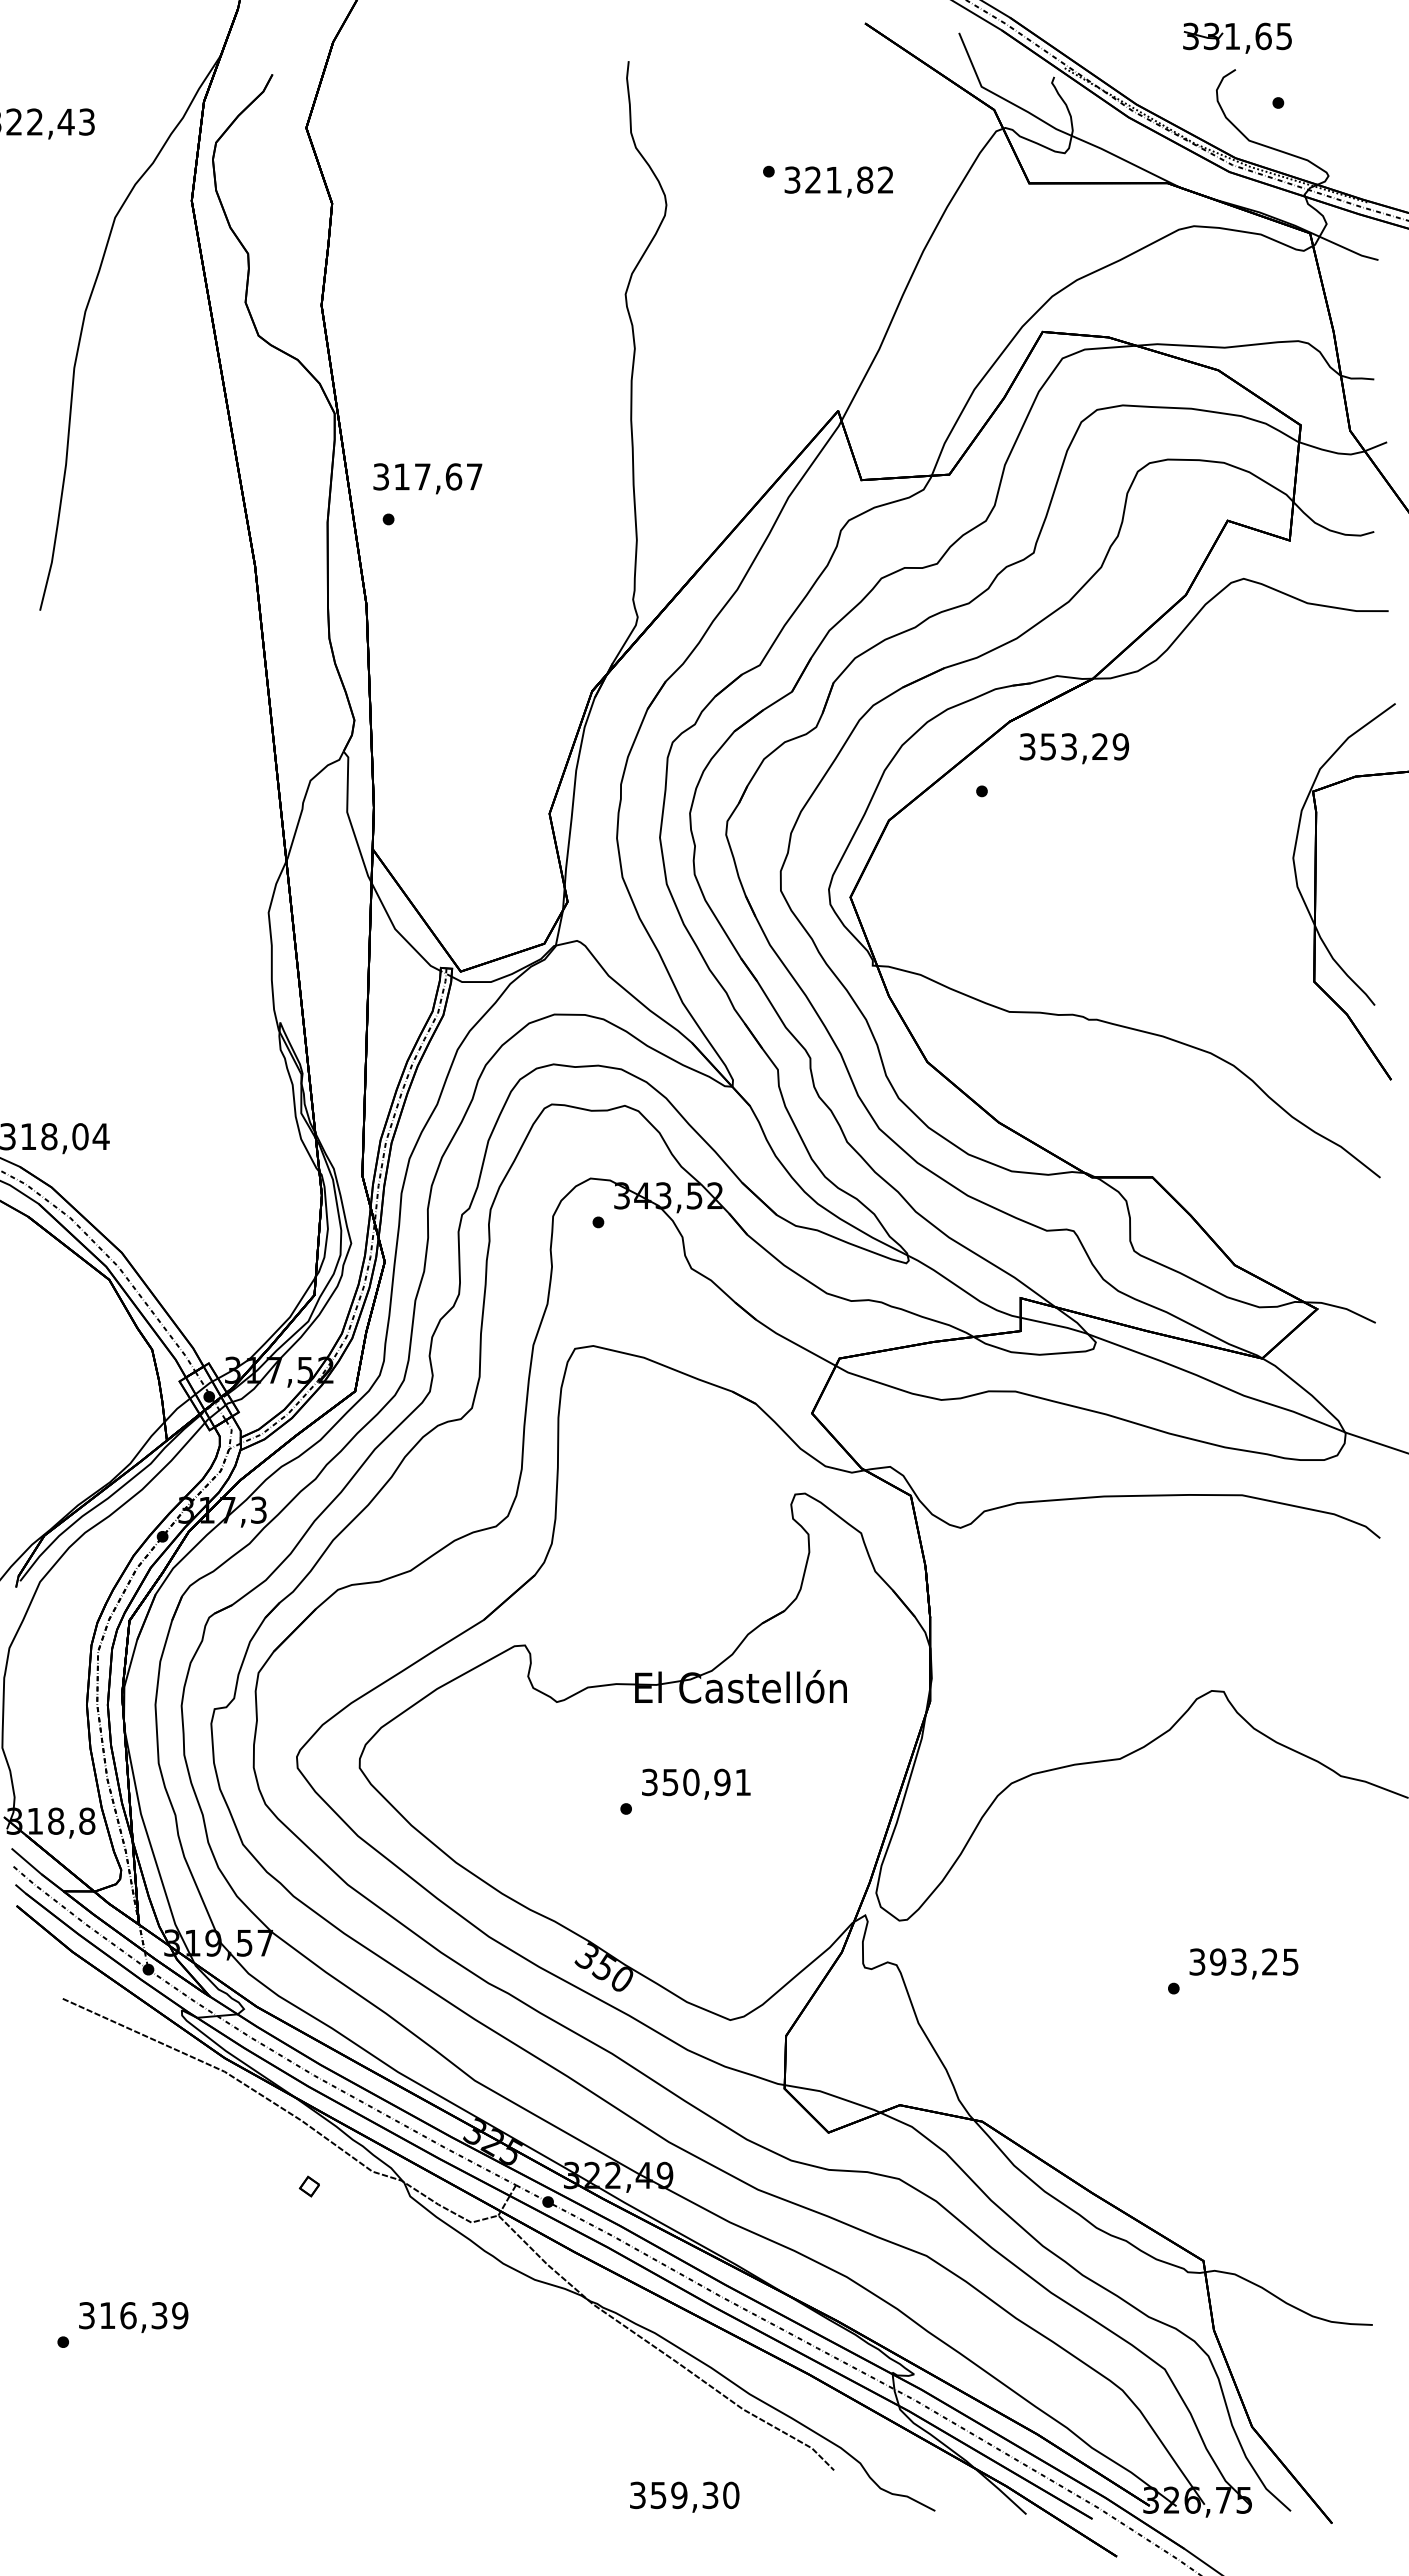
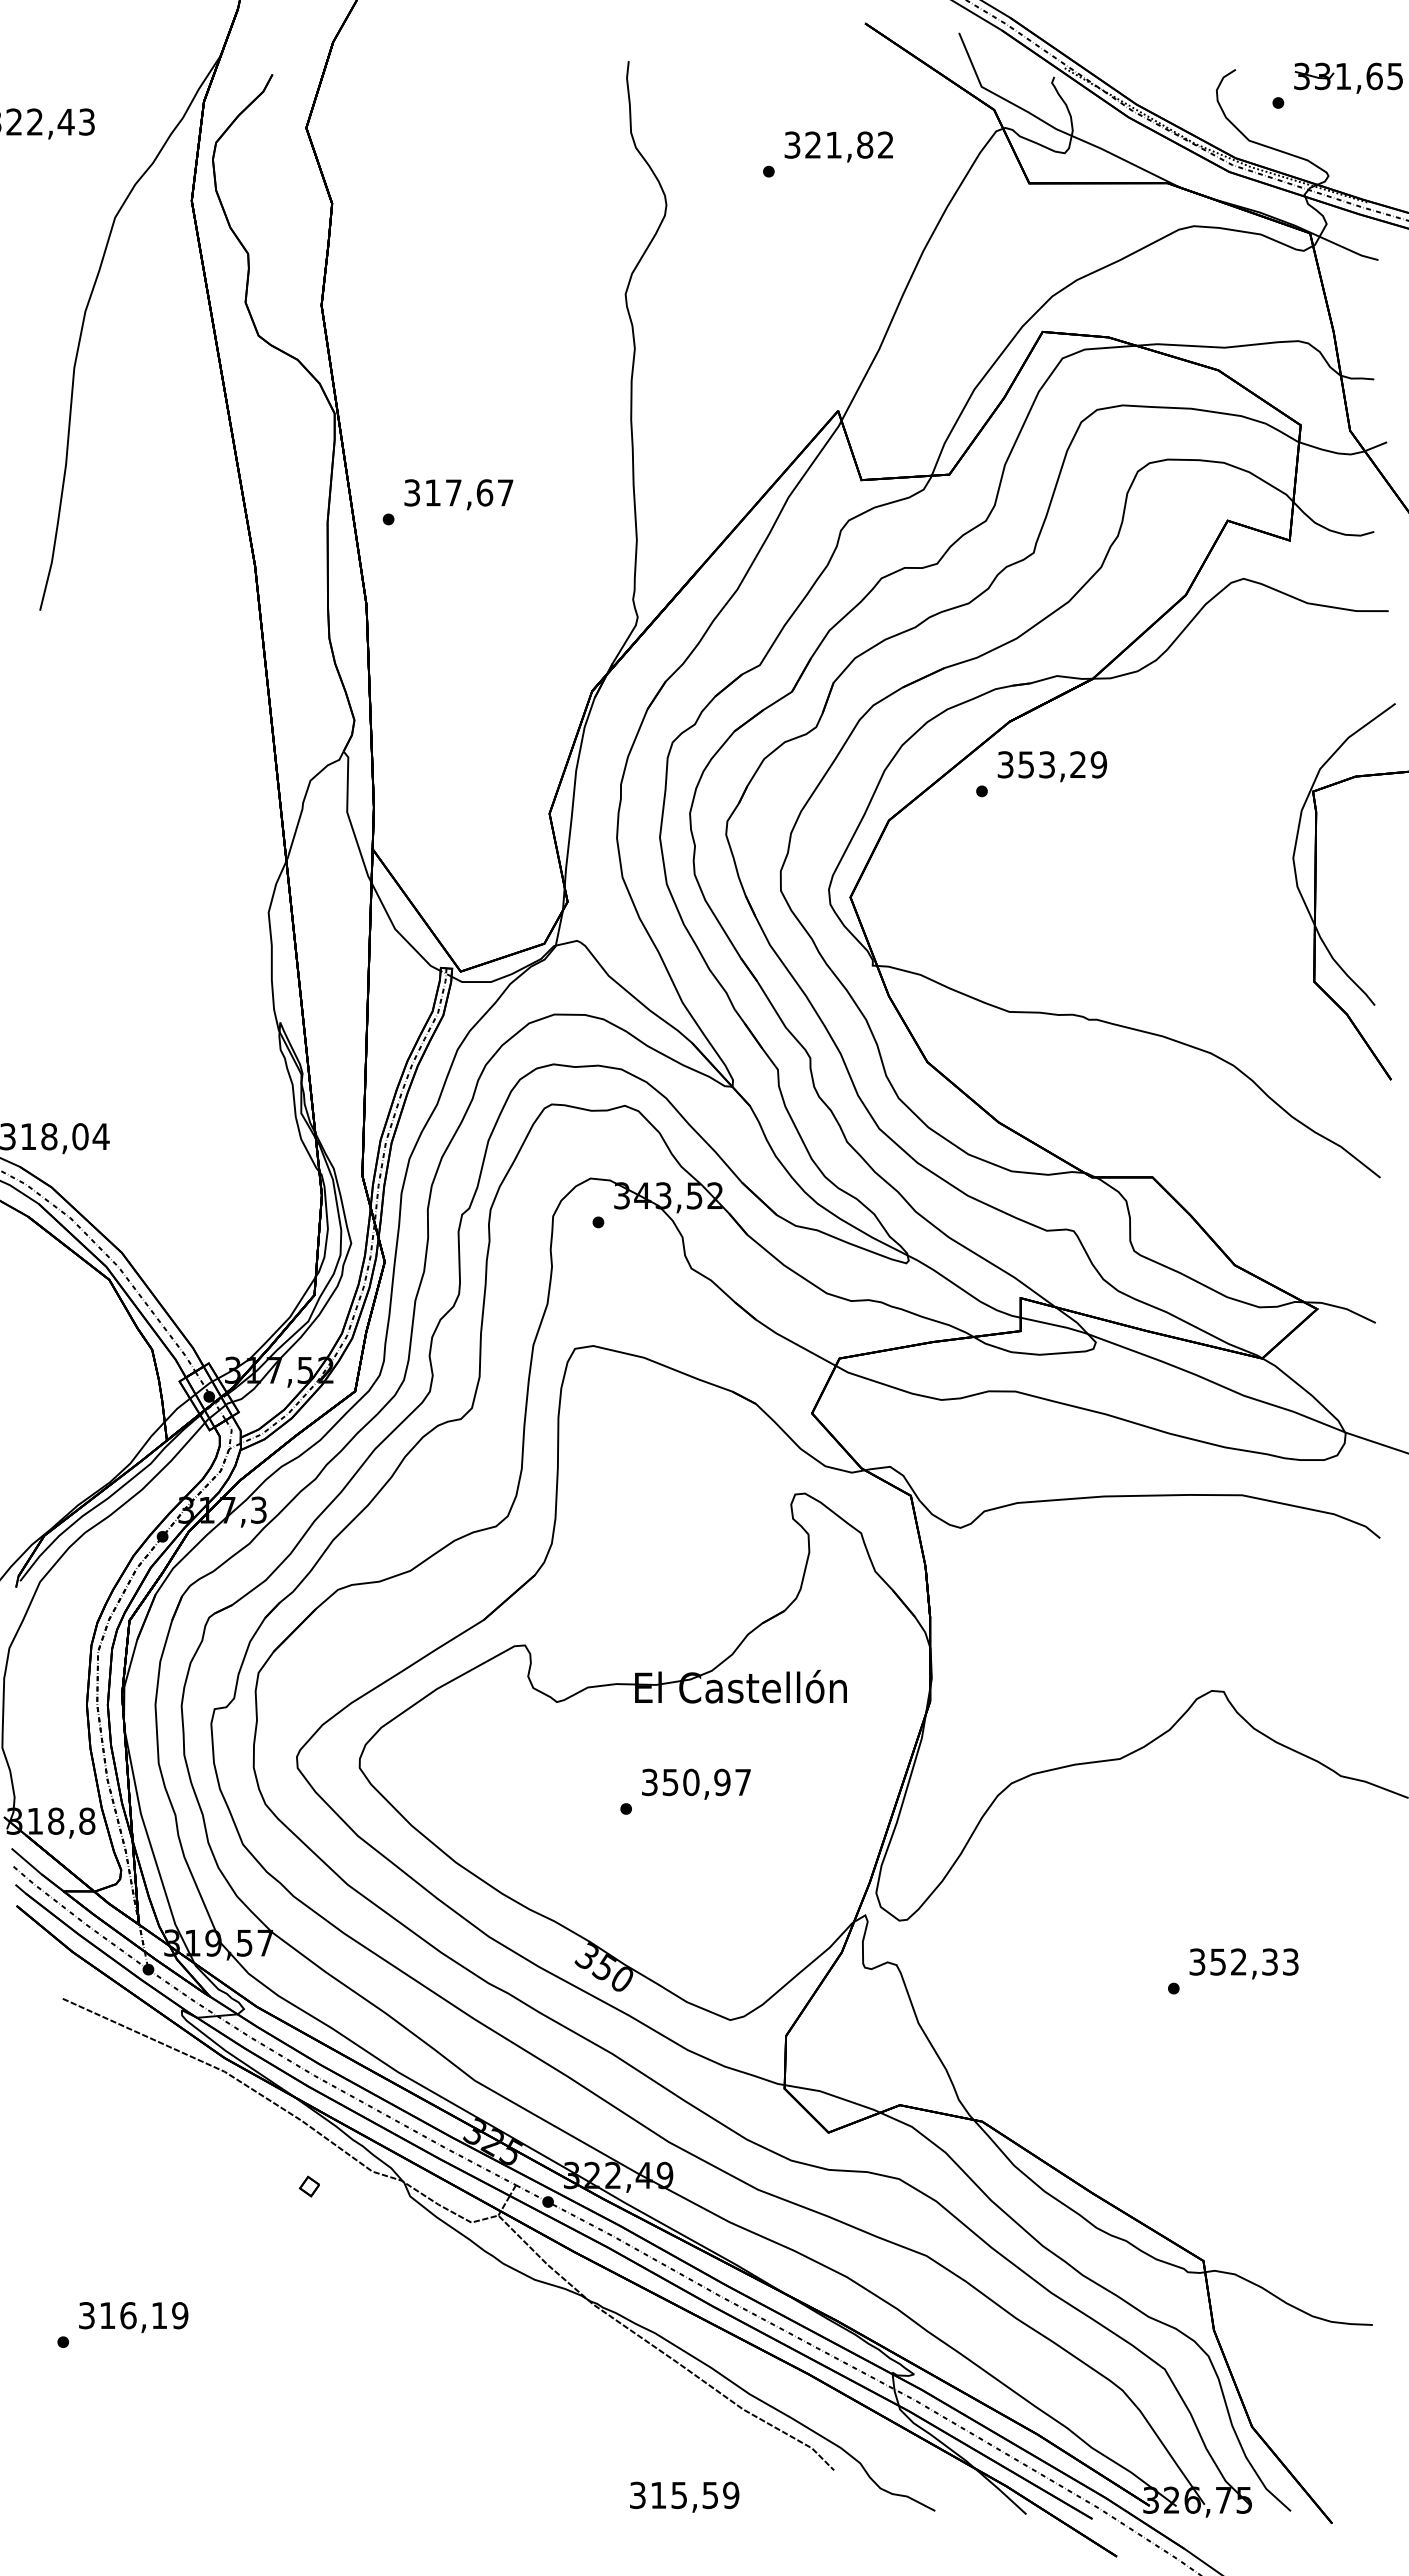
part at (1237, 37) position: (1237, 37) -> (1348, 77)
text at (838, 181) position: (838, 181) -> (838, 146)
text at (427, 478) position: (427, 478) -> (458, 494)
text at (1074, 748) position: (1074, 748) -> (1052, 766)
text at (742, 1782): 350,91 -> 350,97
text at (1254, 1961): 393,25 -> 352,33
text at (159, 2315): 316,39 -> 316,19
text at (694, 2495): 359,30 -> 315,59
